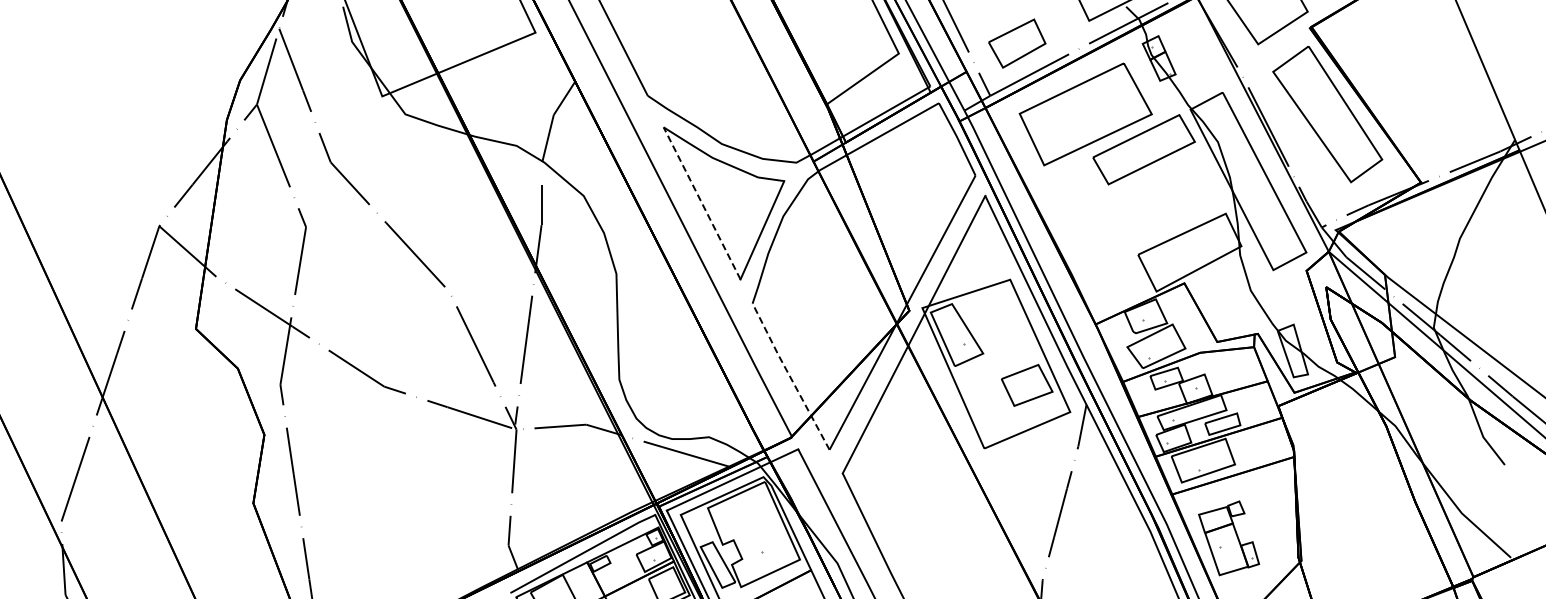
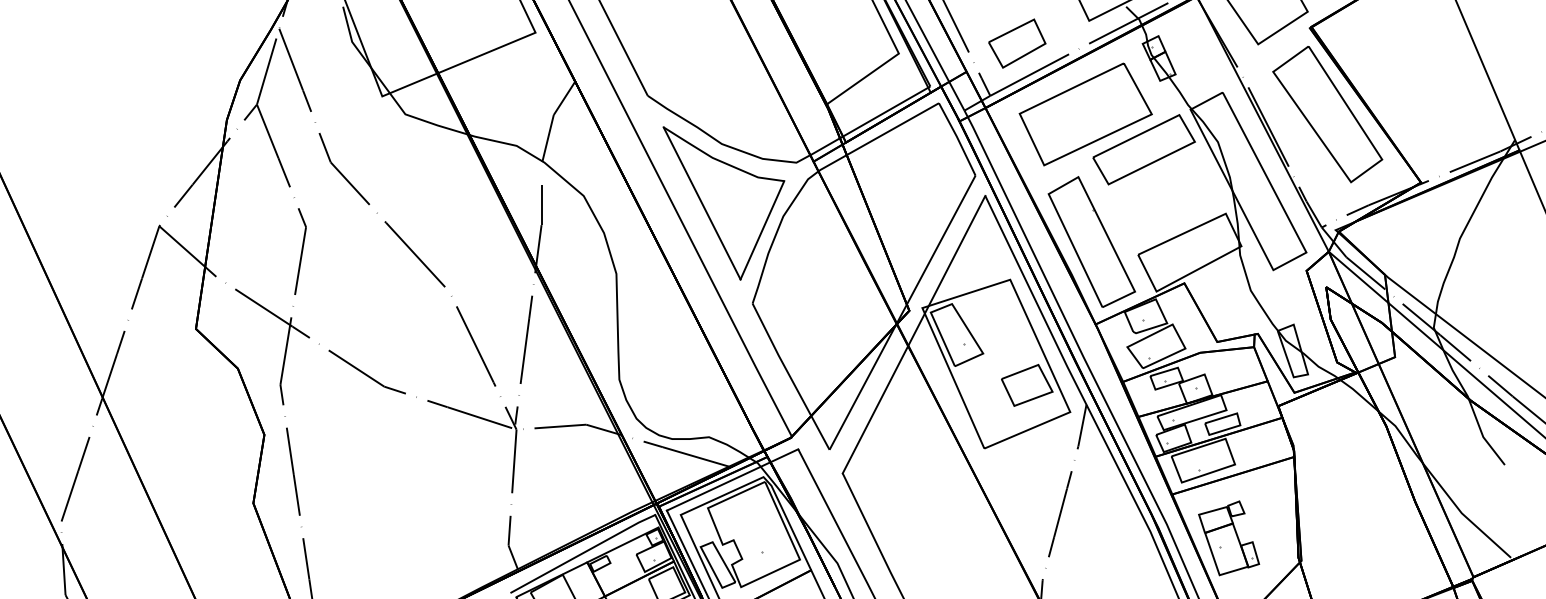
line at (701, 202): dashed -> solid
part at (1091, 241): none -> present
line at (790, 376): dashed -> solid
